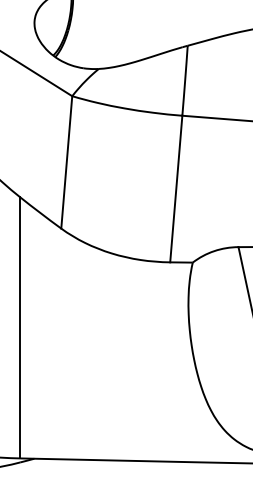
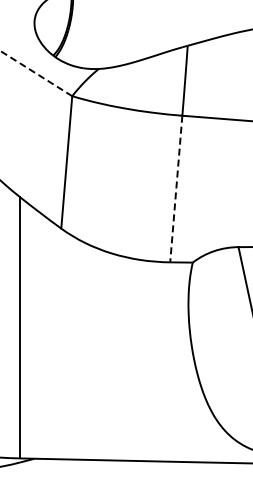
line at (35, 73): solid -> dashed
line at (176, 189): solid -> dashed
